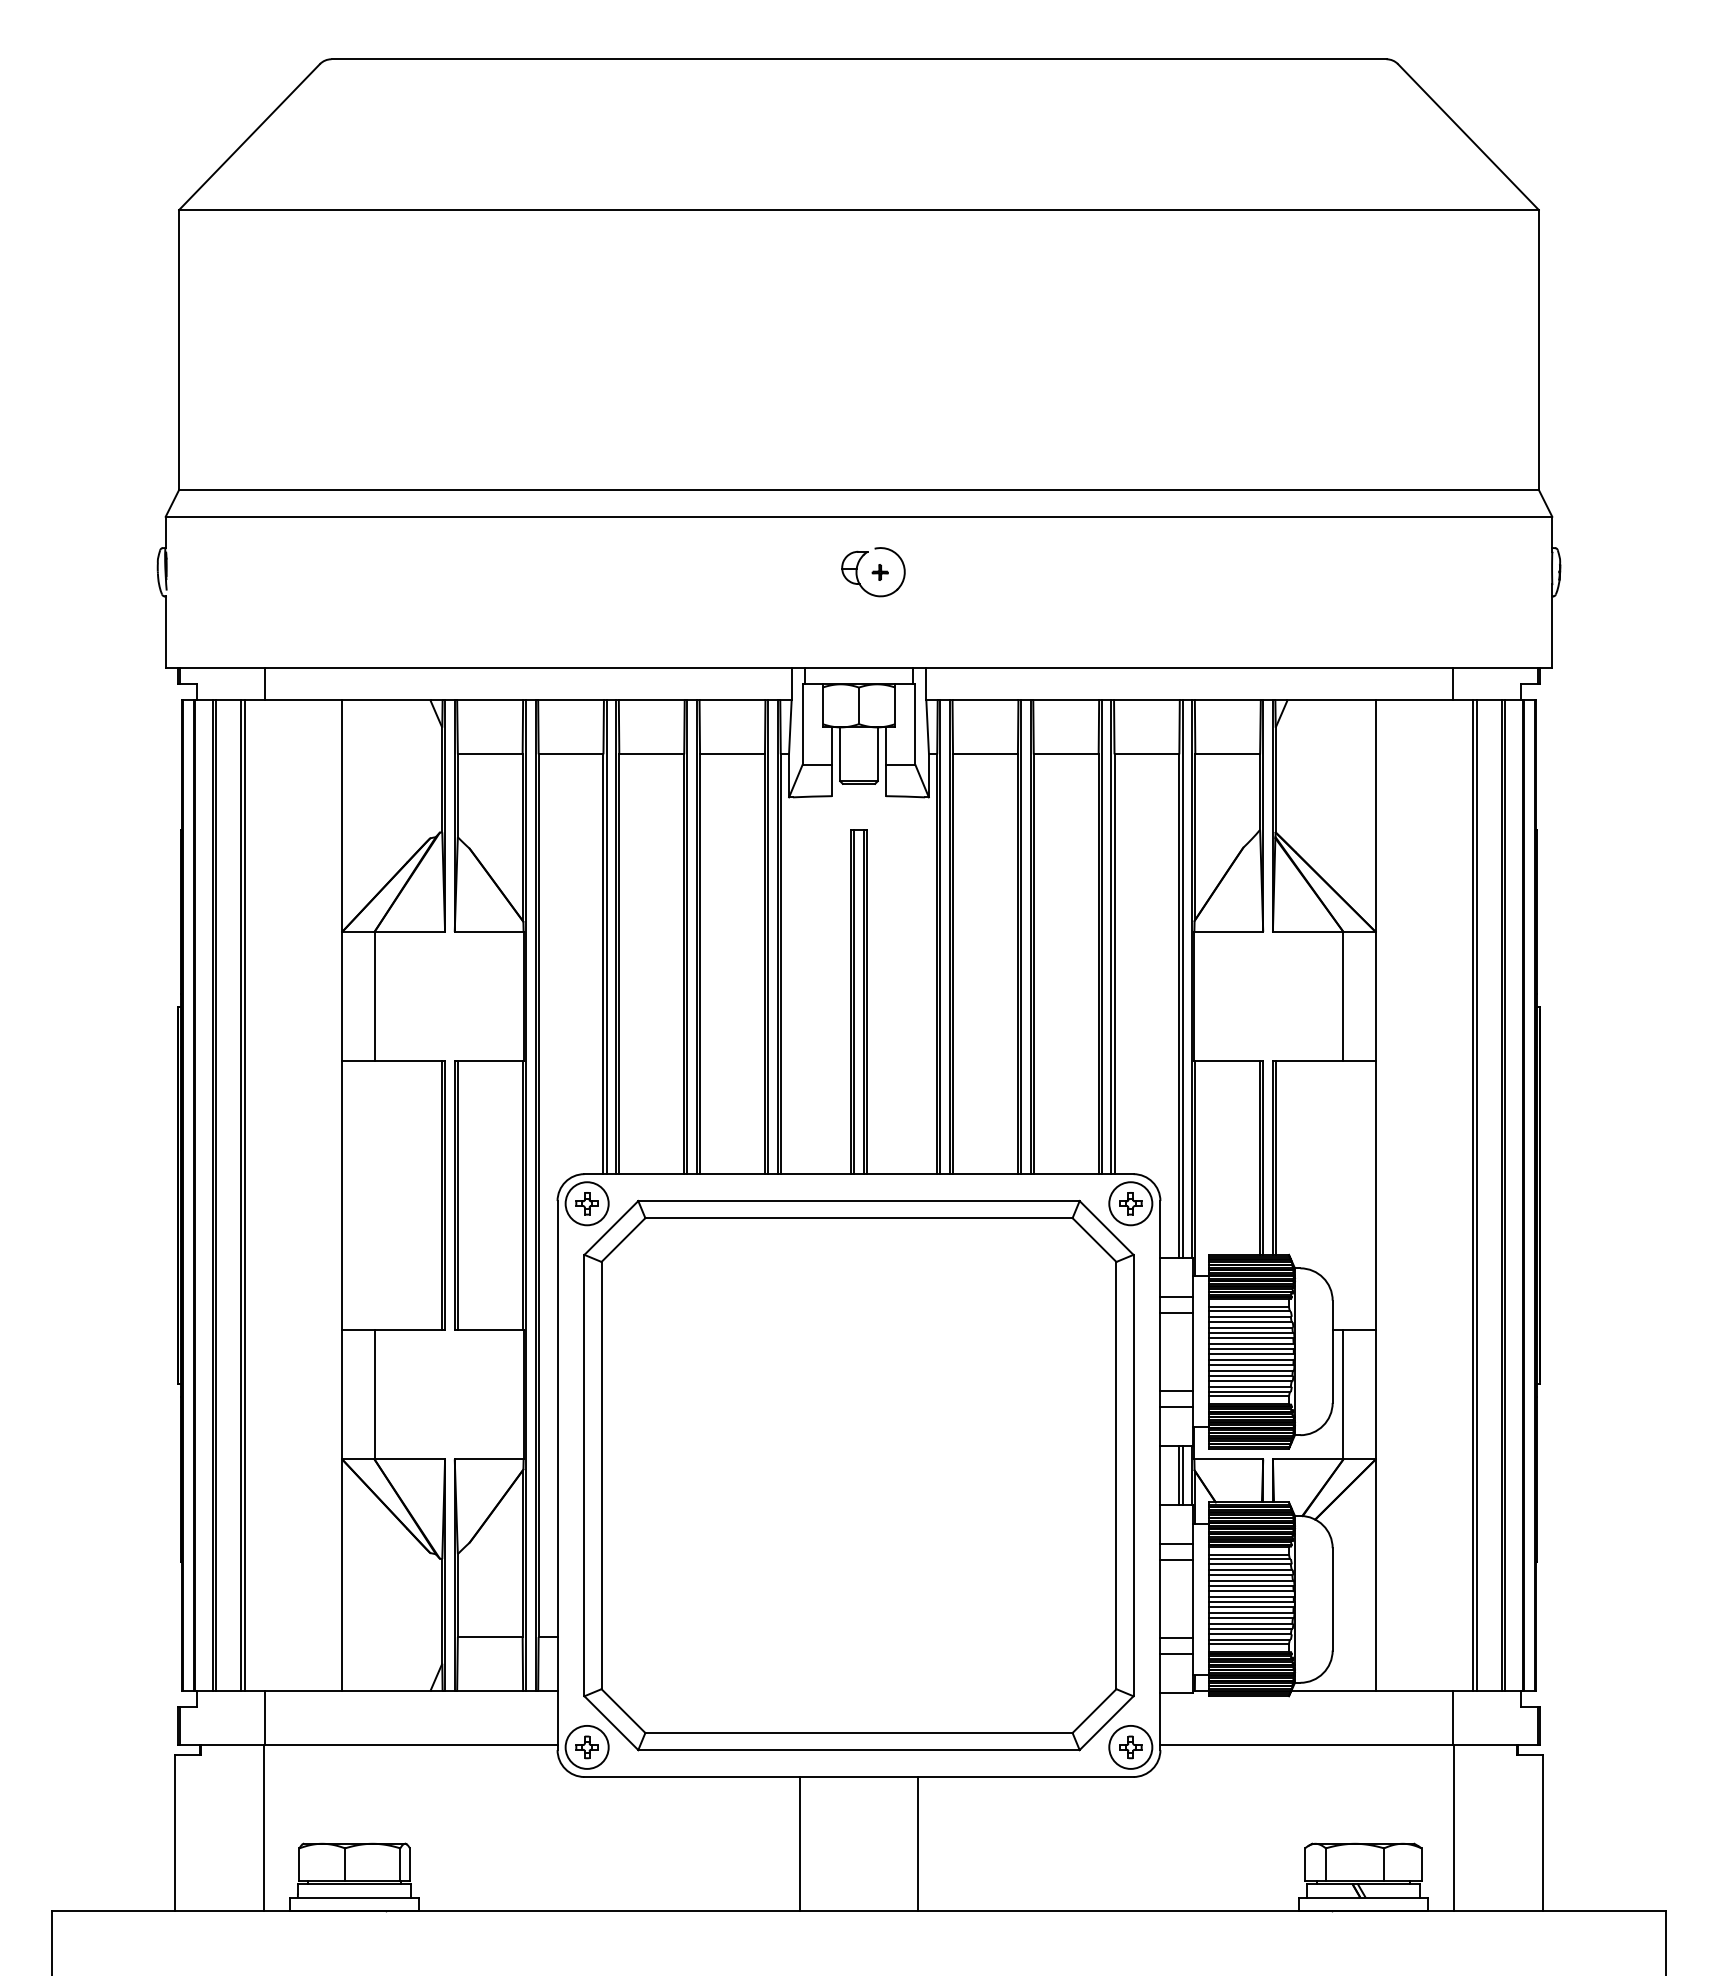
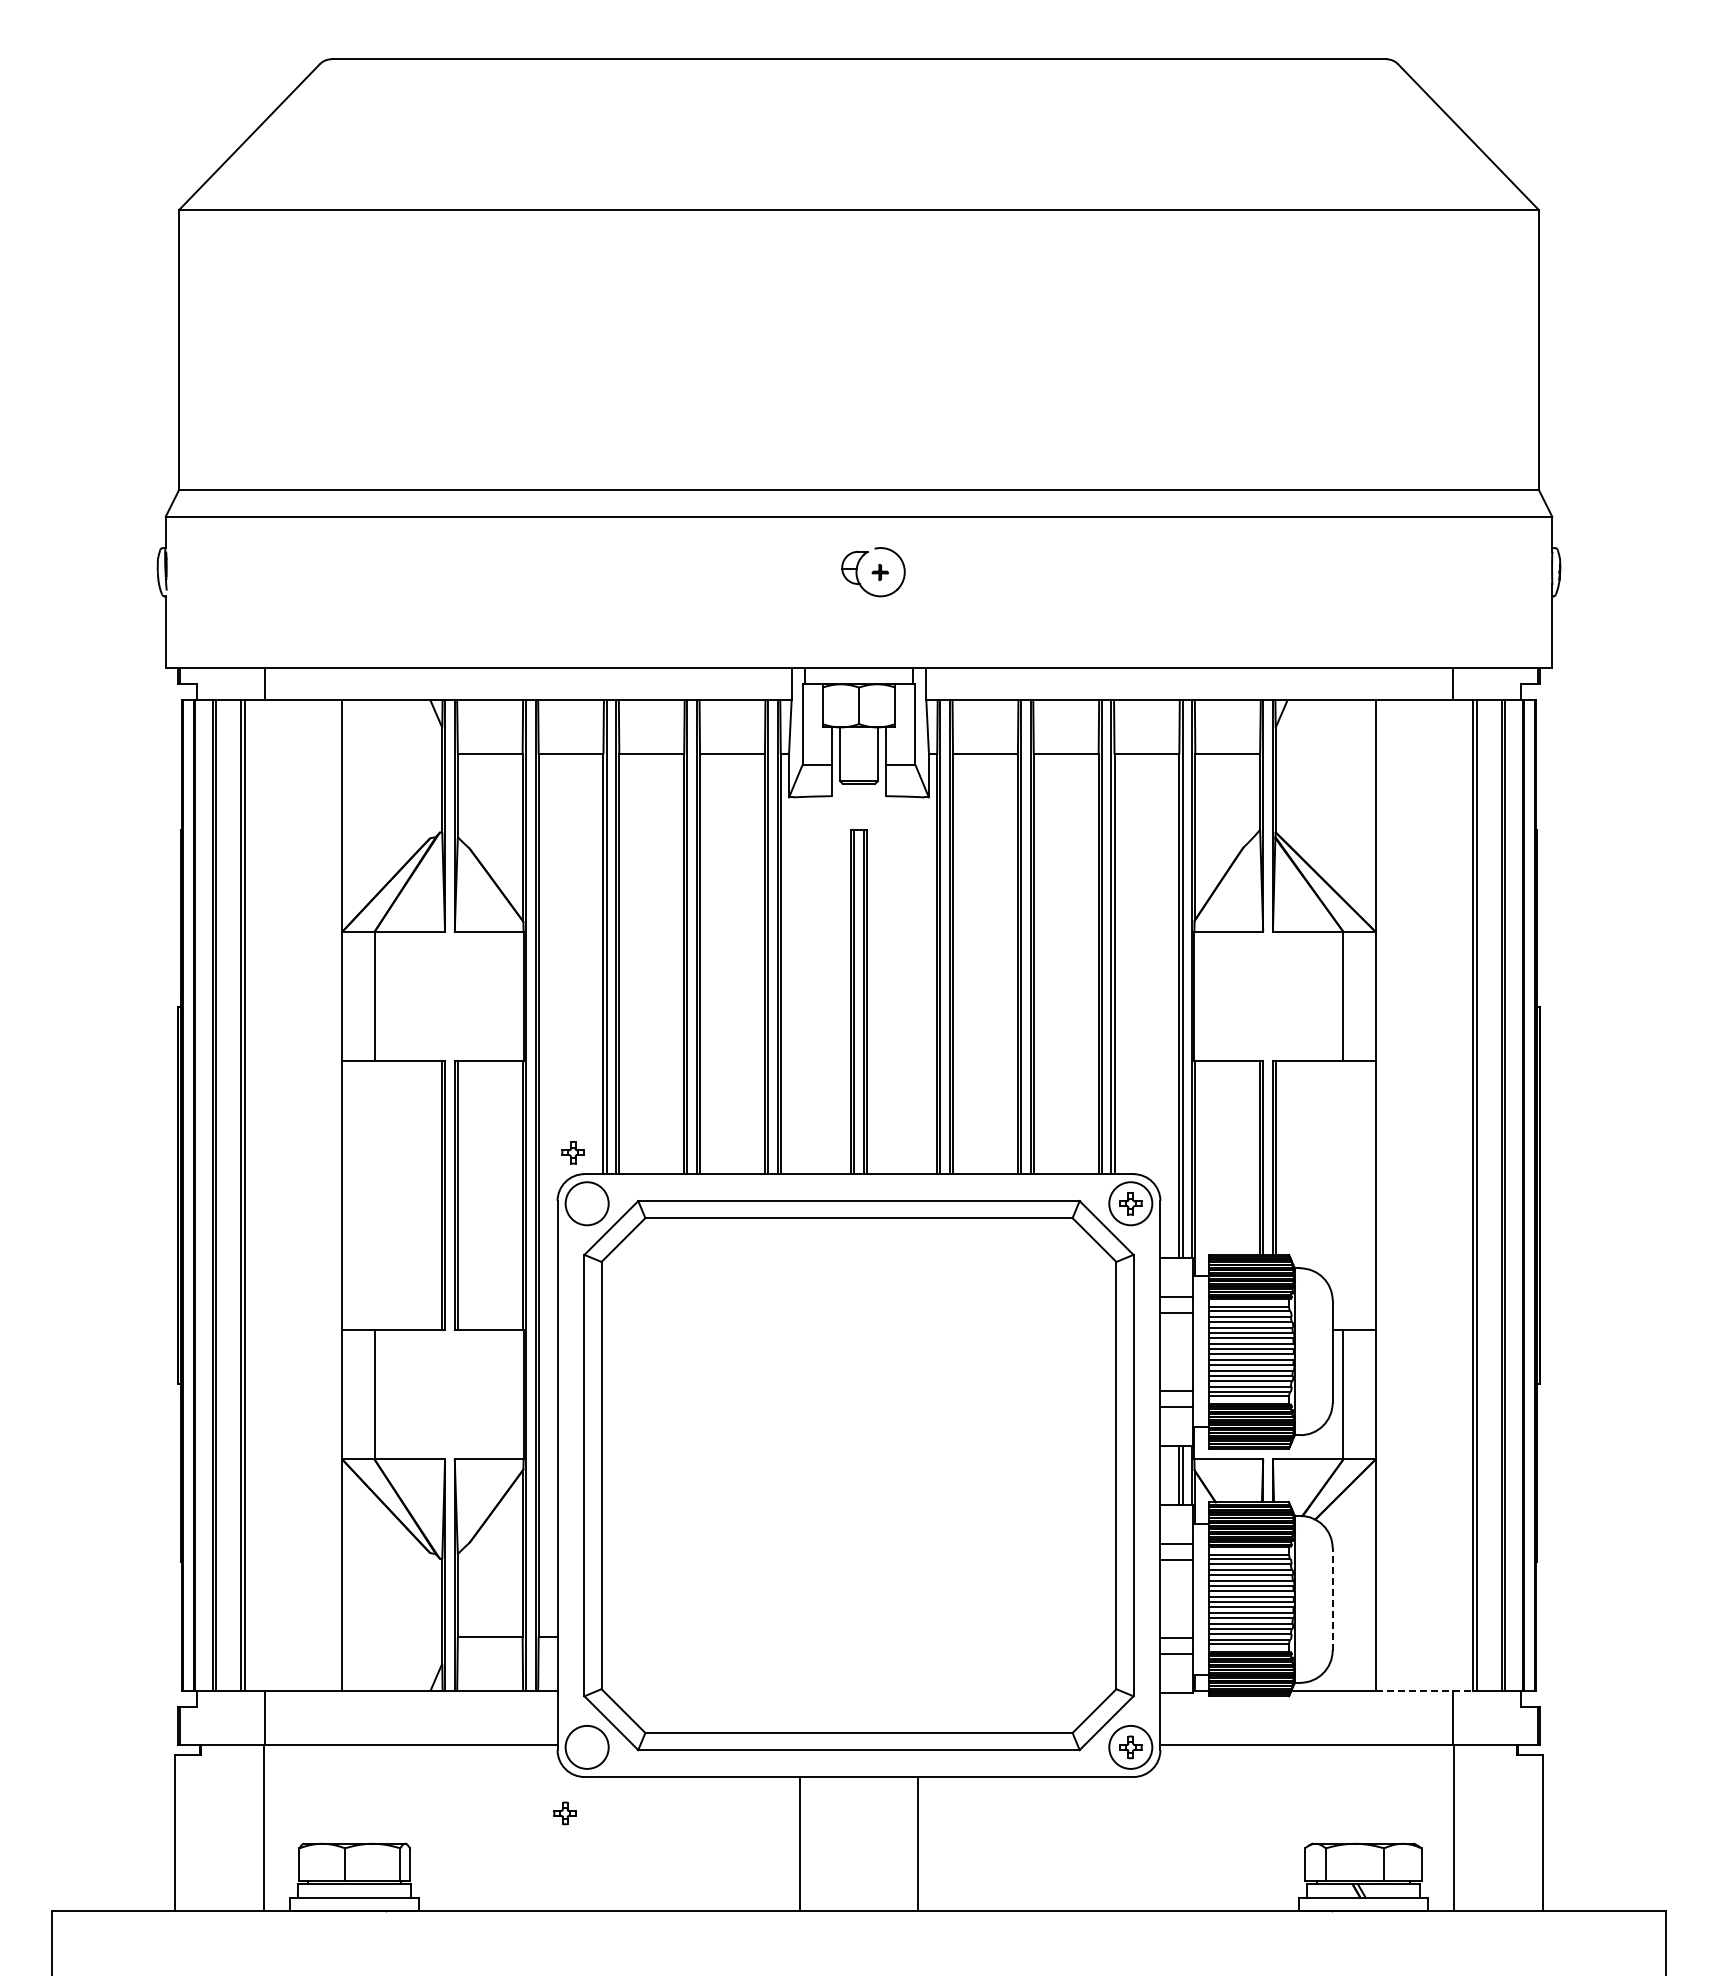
part at (586, 1203) position: (586, 1203) -> (572, 1152)
line at (1332, 1598): solid -> dashed
line at (1424, 1690): solid -> dashed
part at (586, 1747) position: (586, 1747) -> (564, 1813)
